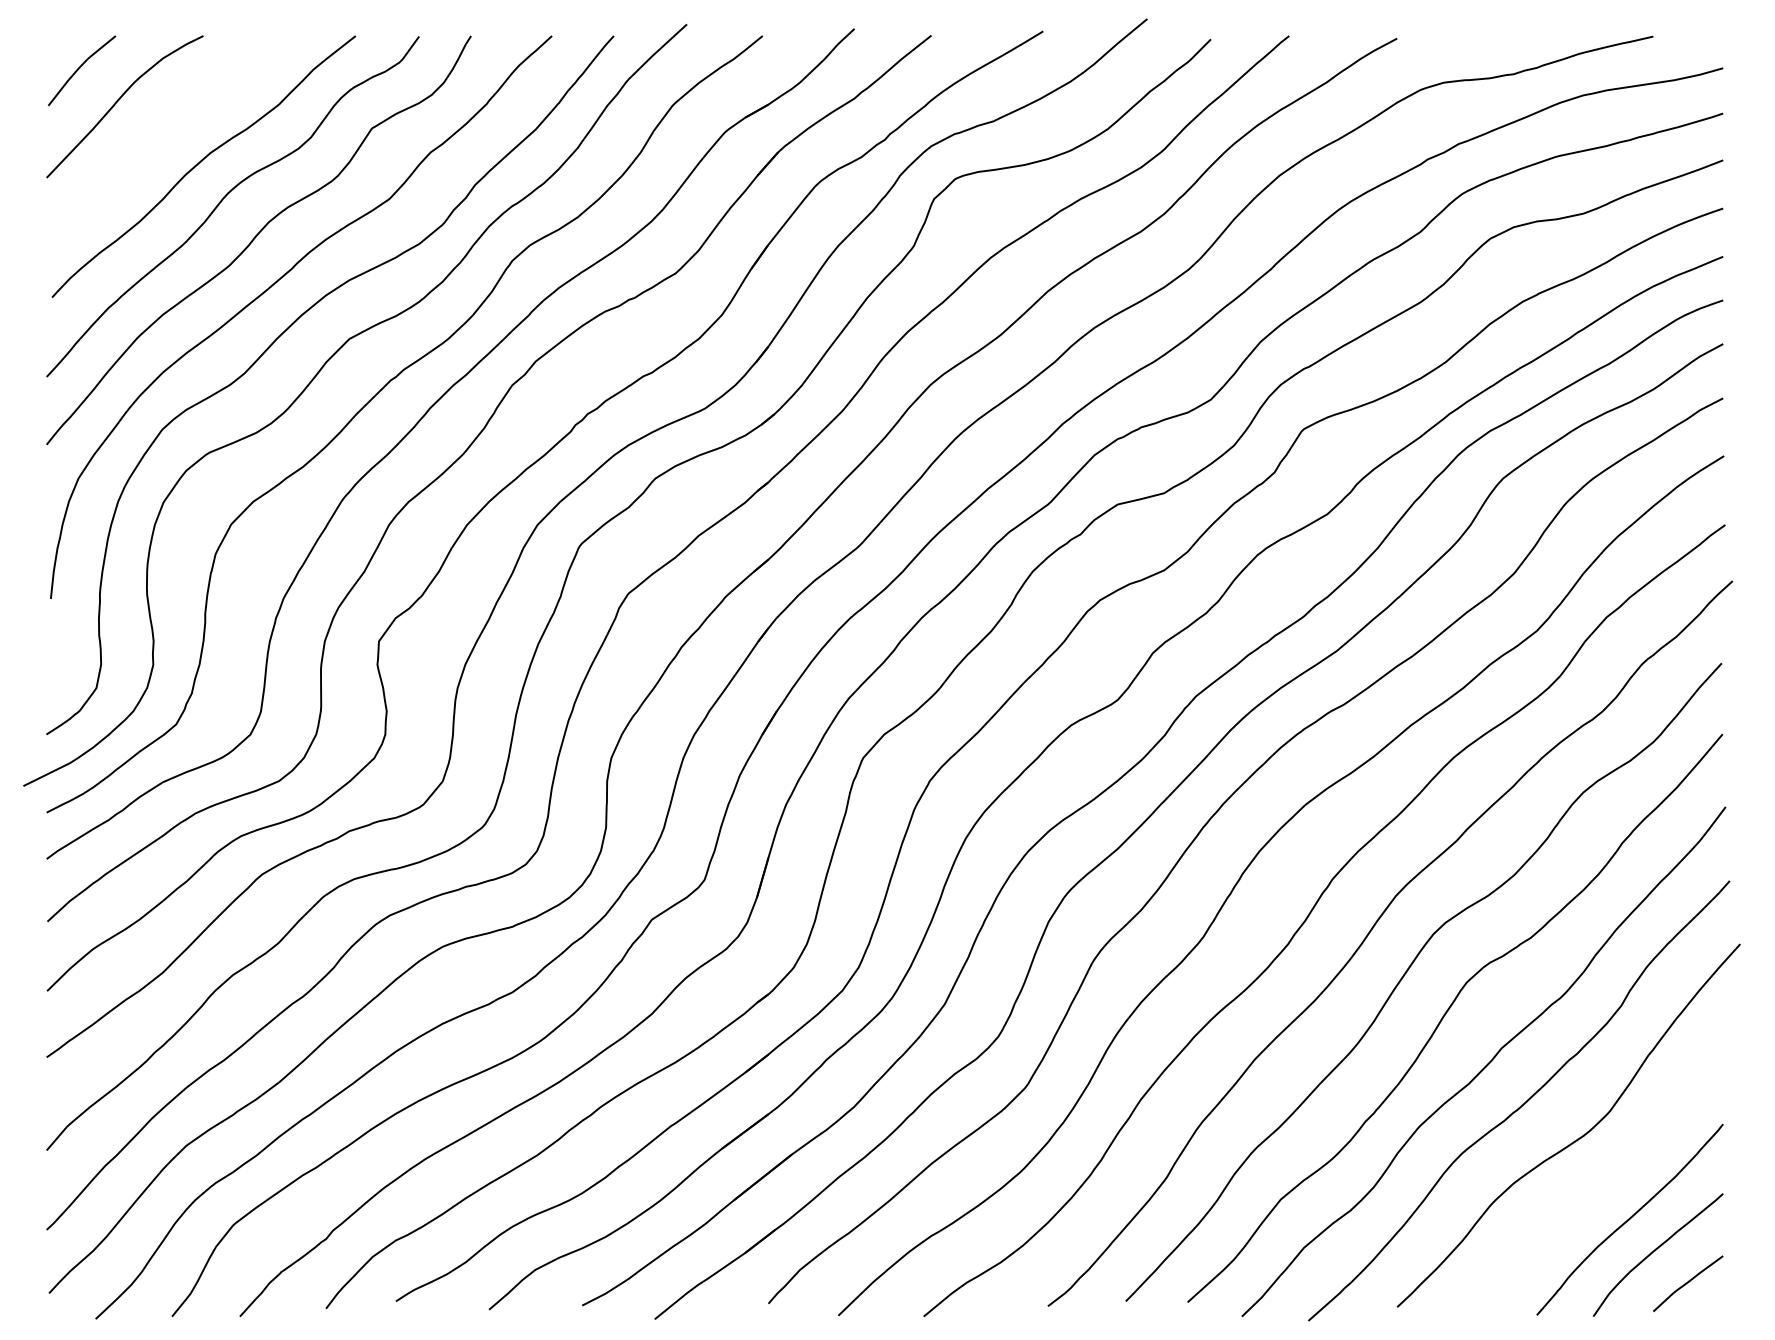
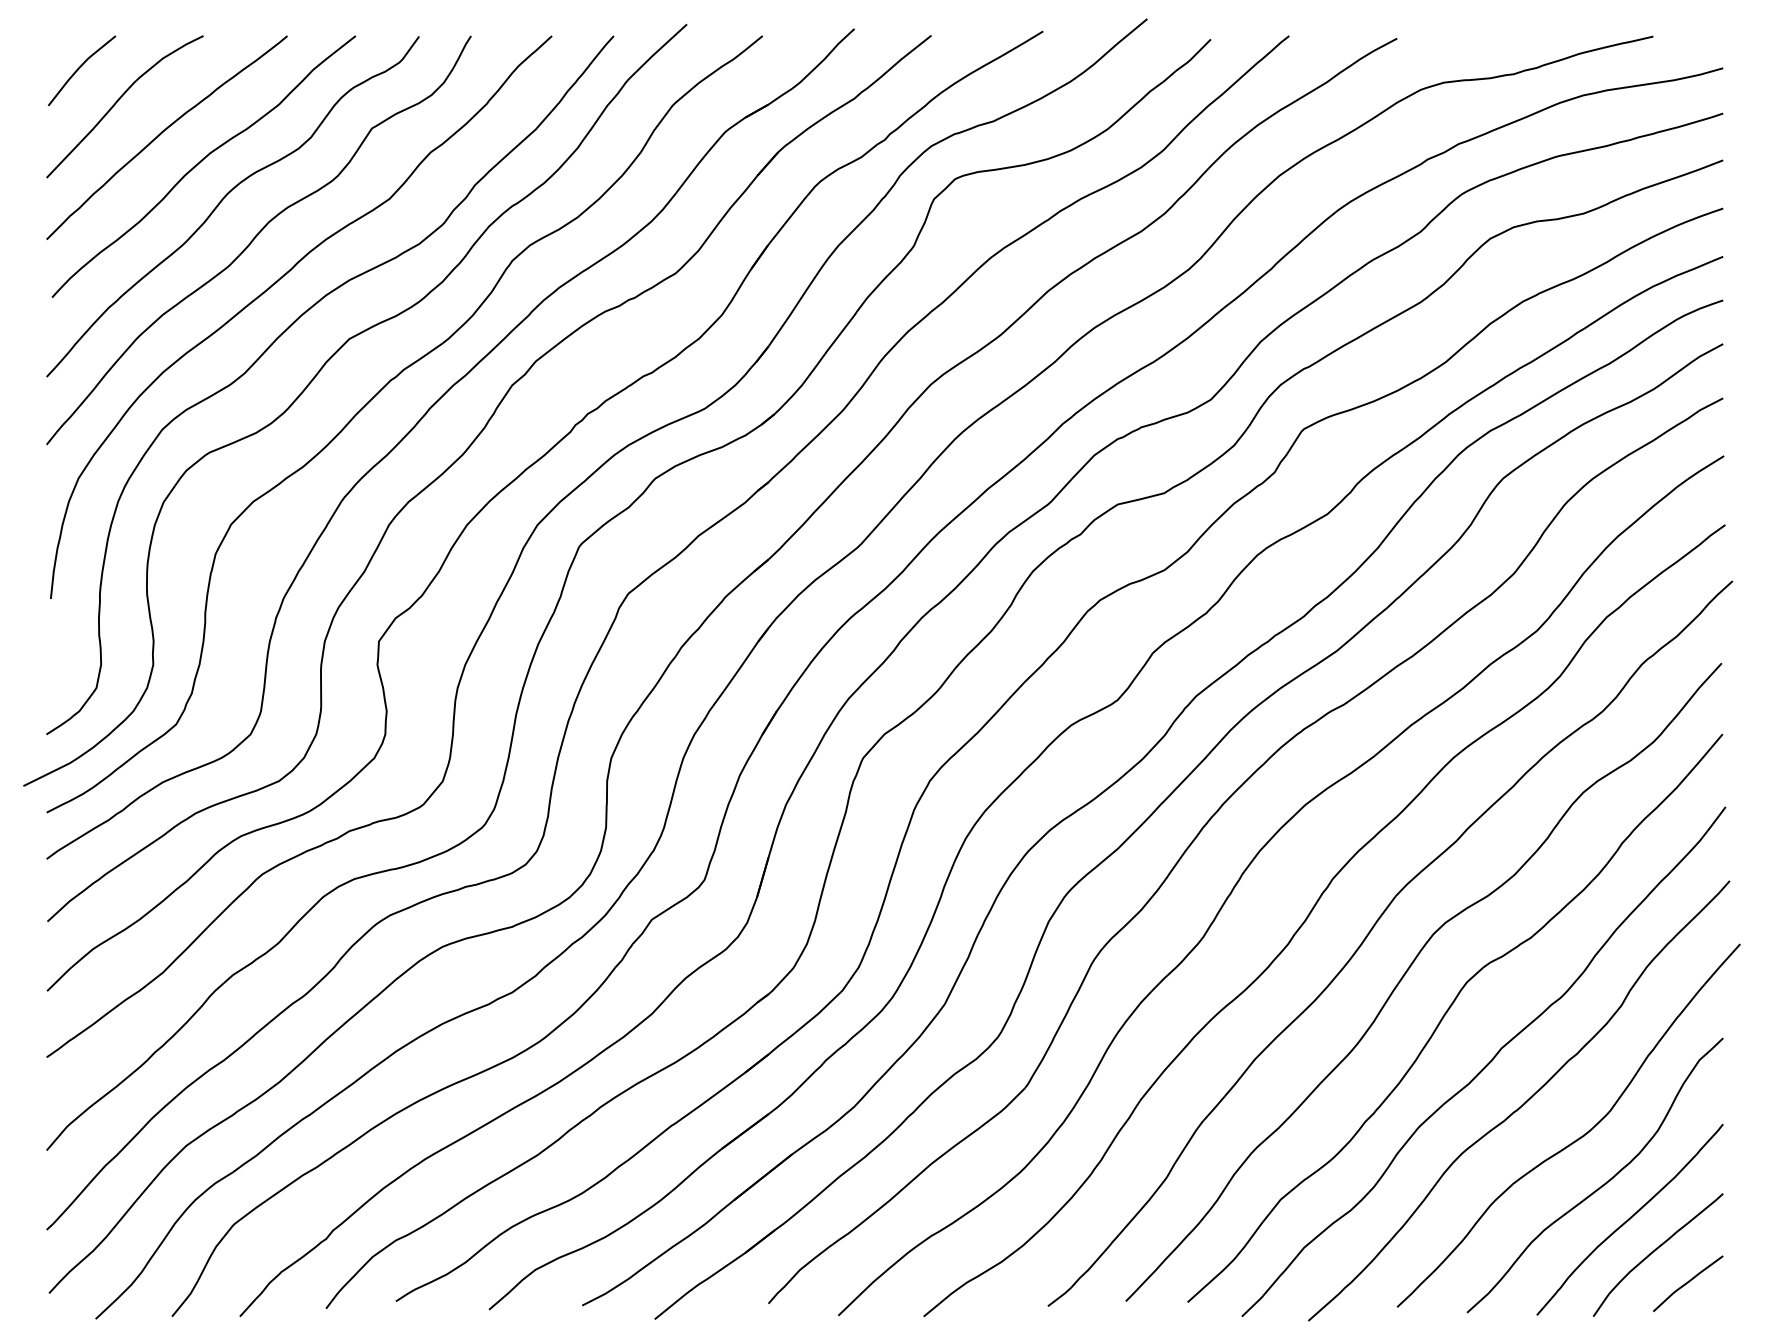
curve at (162, 133): none -> present
curve at (1602, 1184): none -> present
